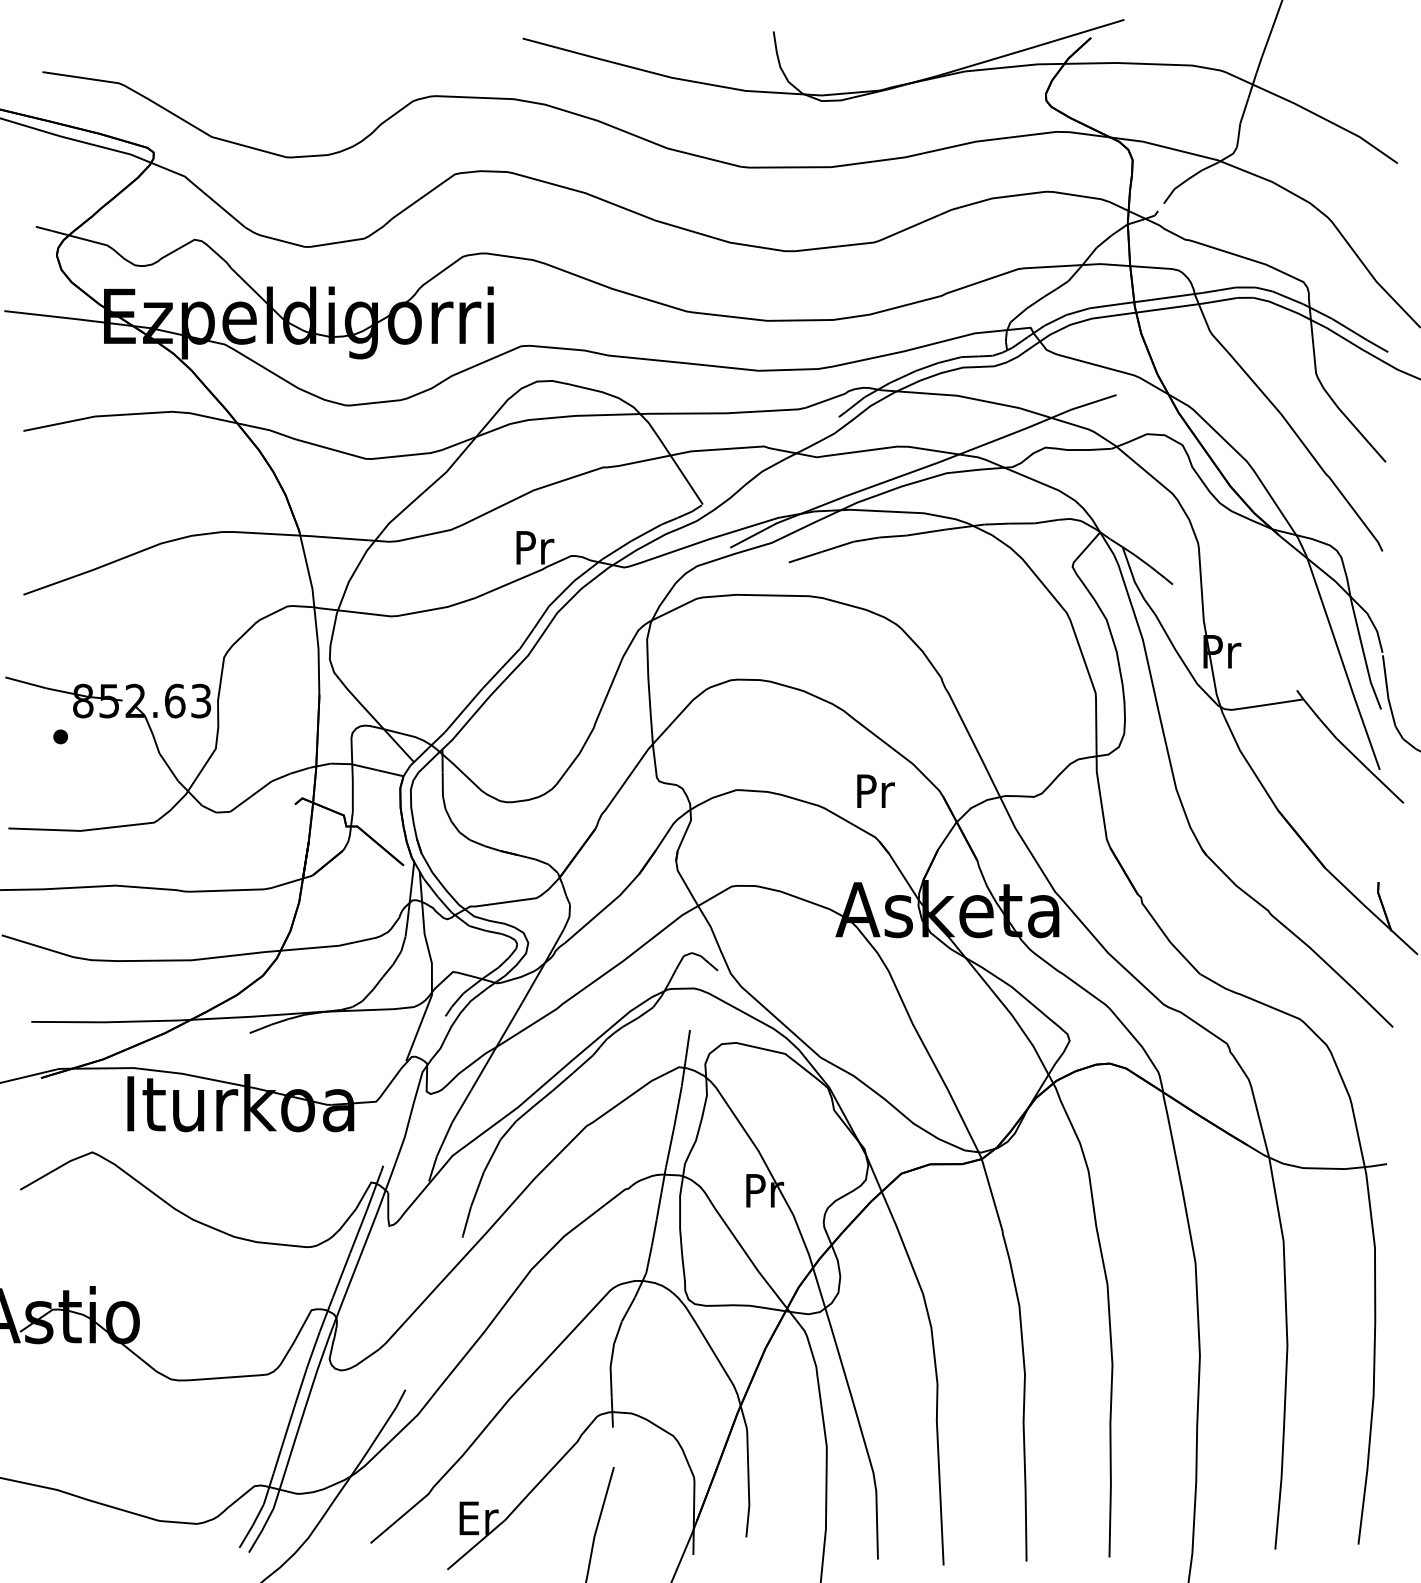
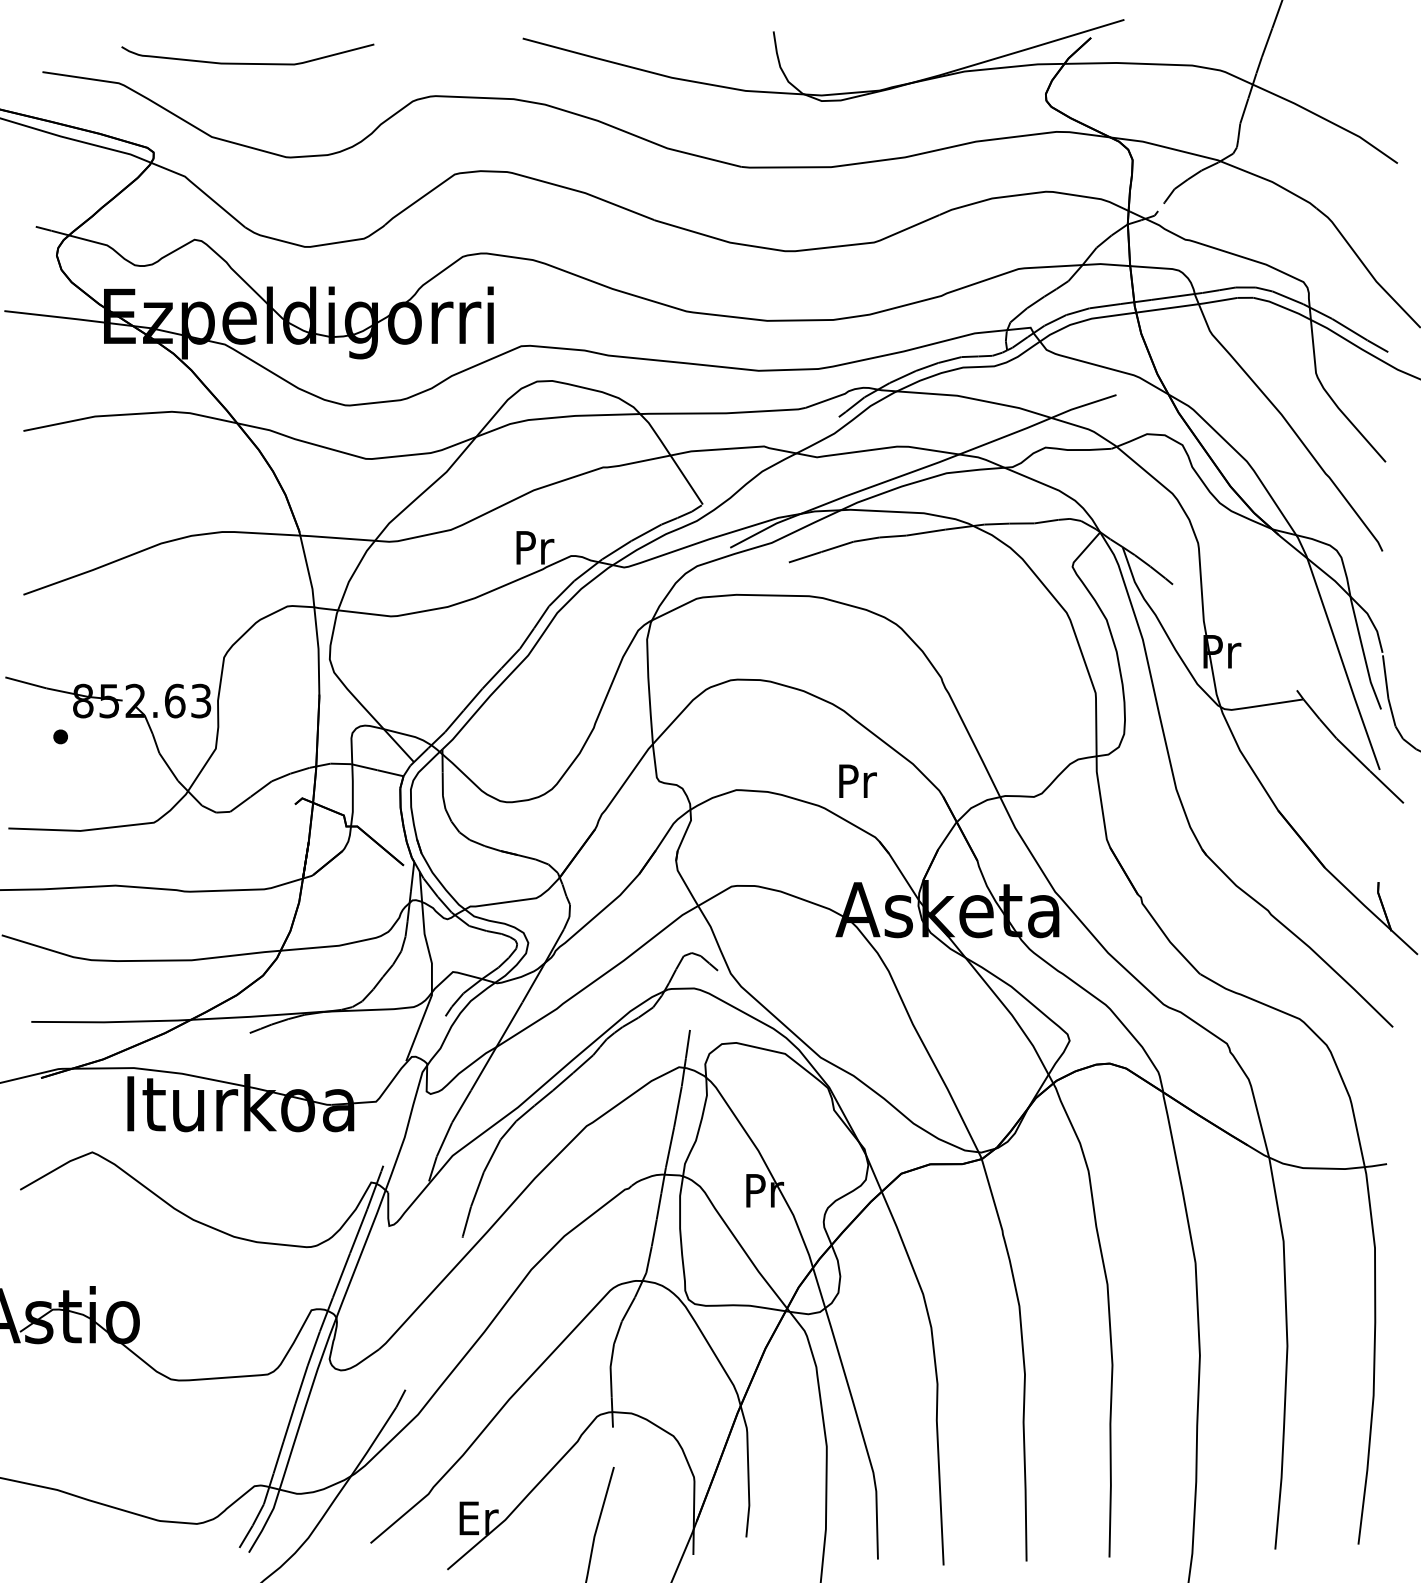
curve at (243, 62): none -> present
text at (875, 790) position: (875, 790) -> (857, 780)
